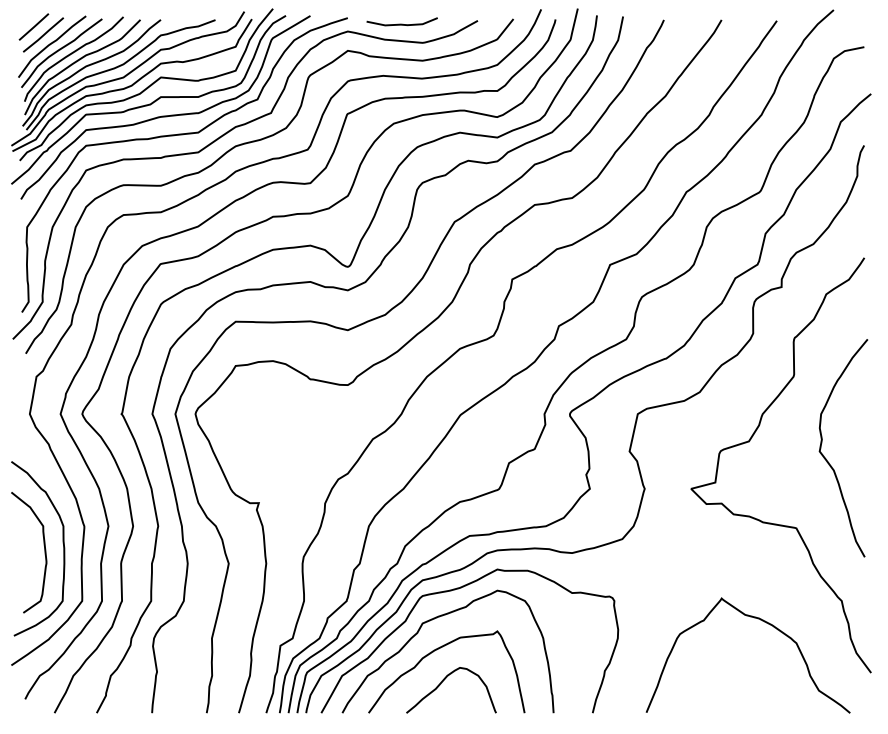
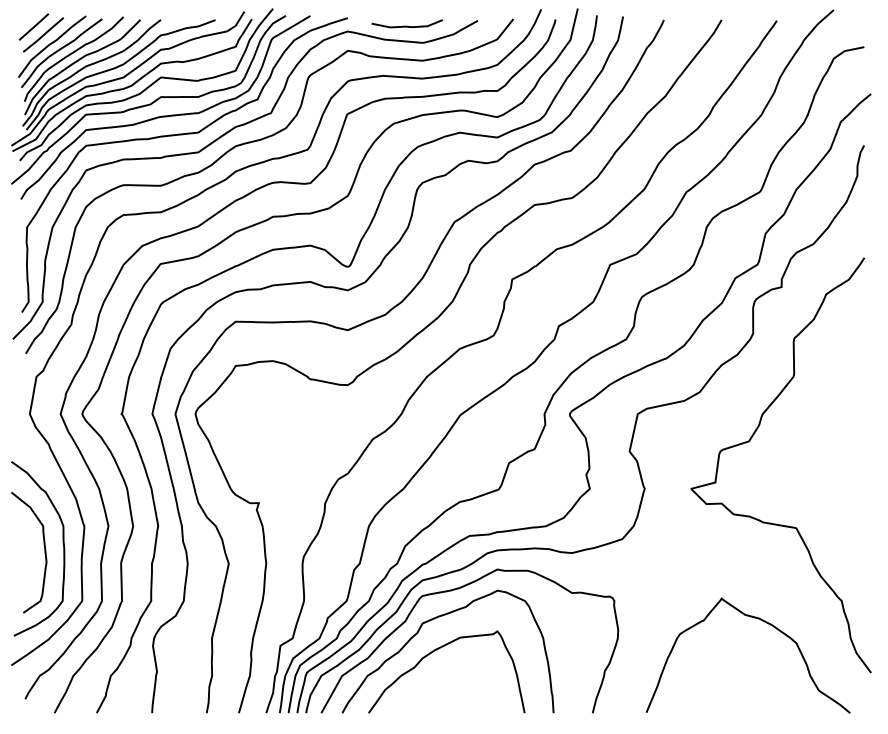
curve at (401, 23) position: (401, 23) -> (406, 25)
curve at (826, 458): present -> none
curve at (443, 681): present -> none
